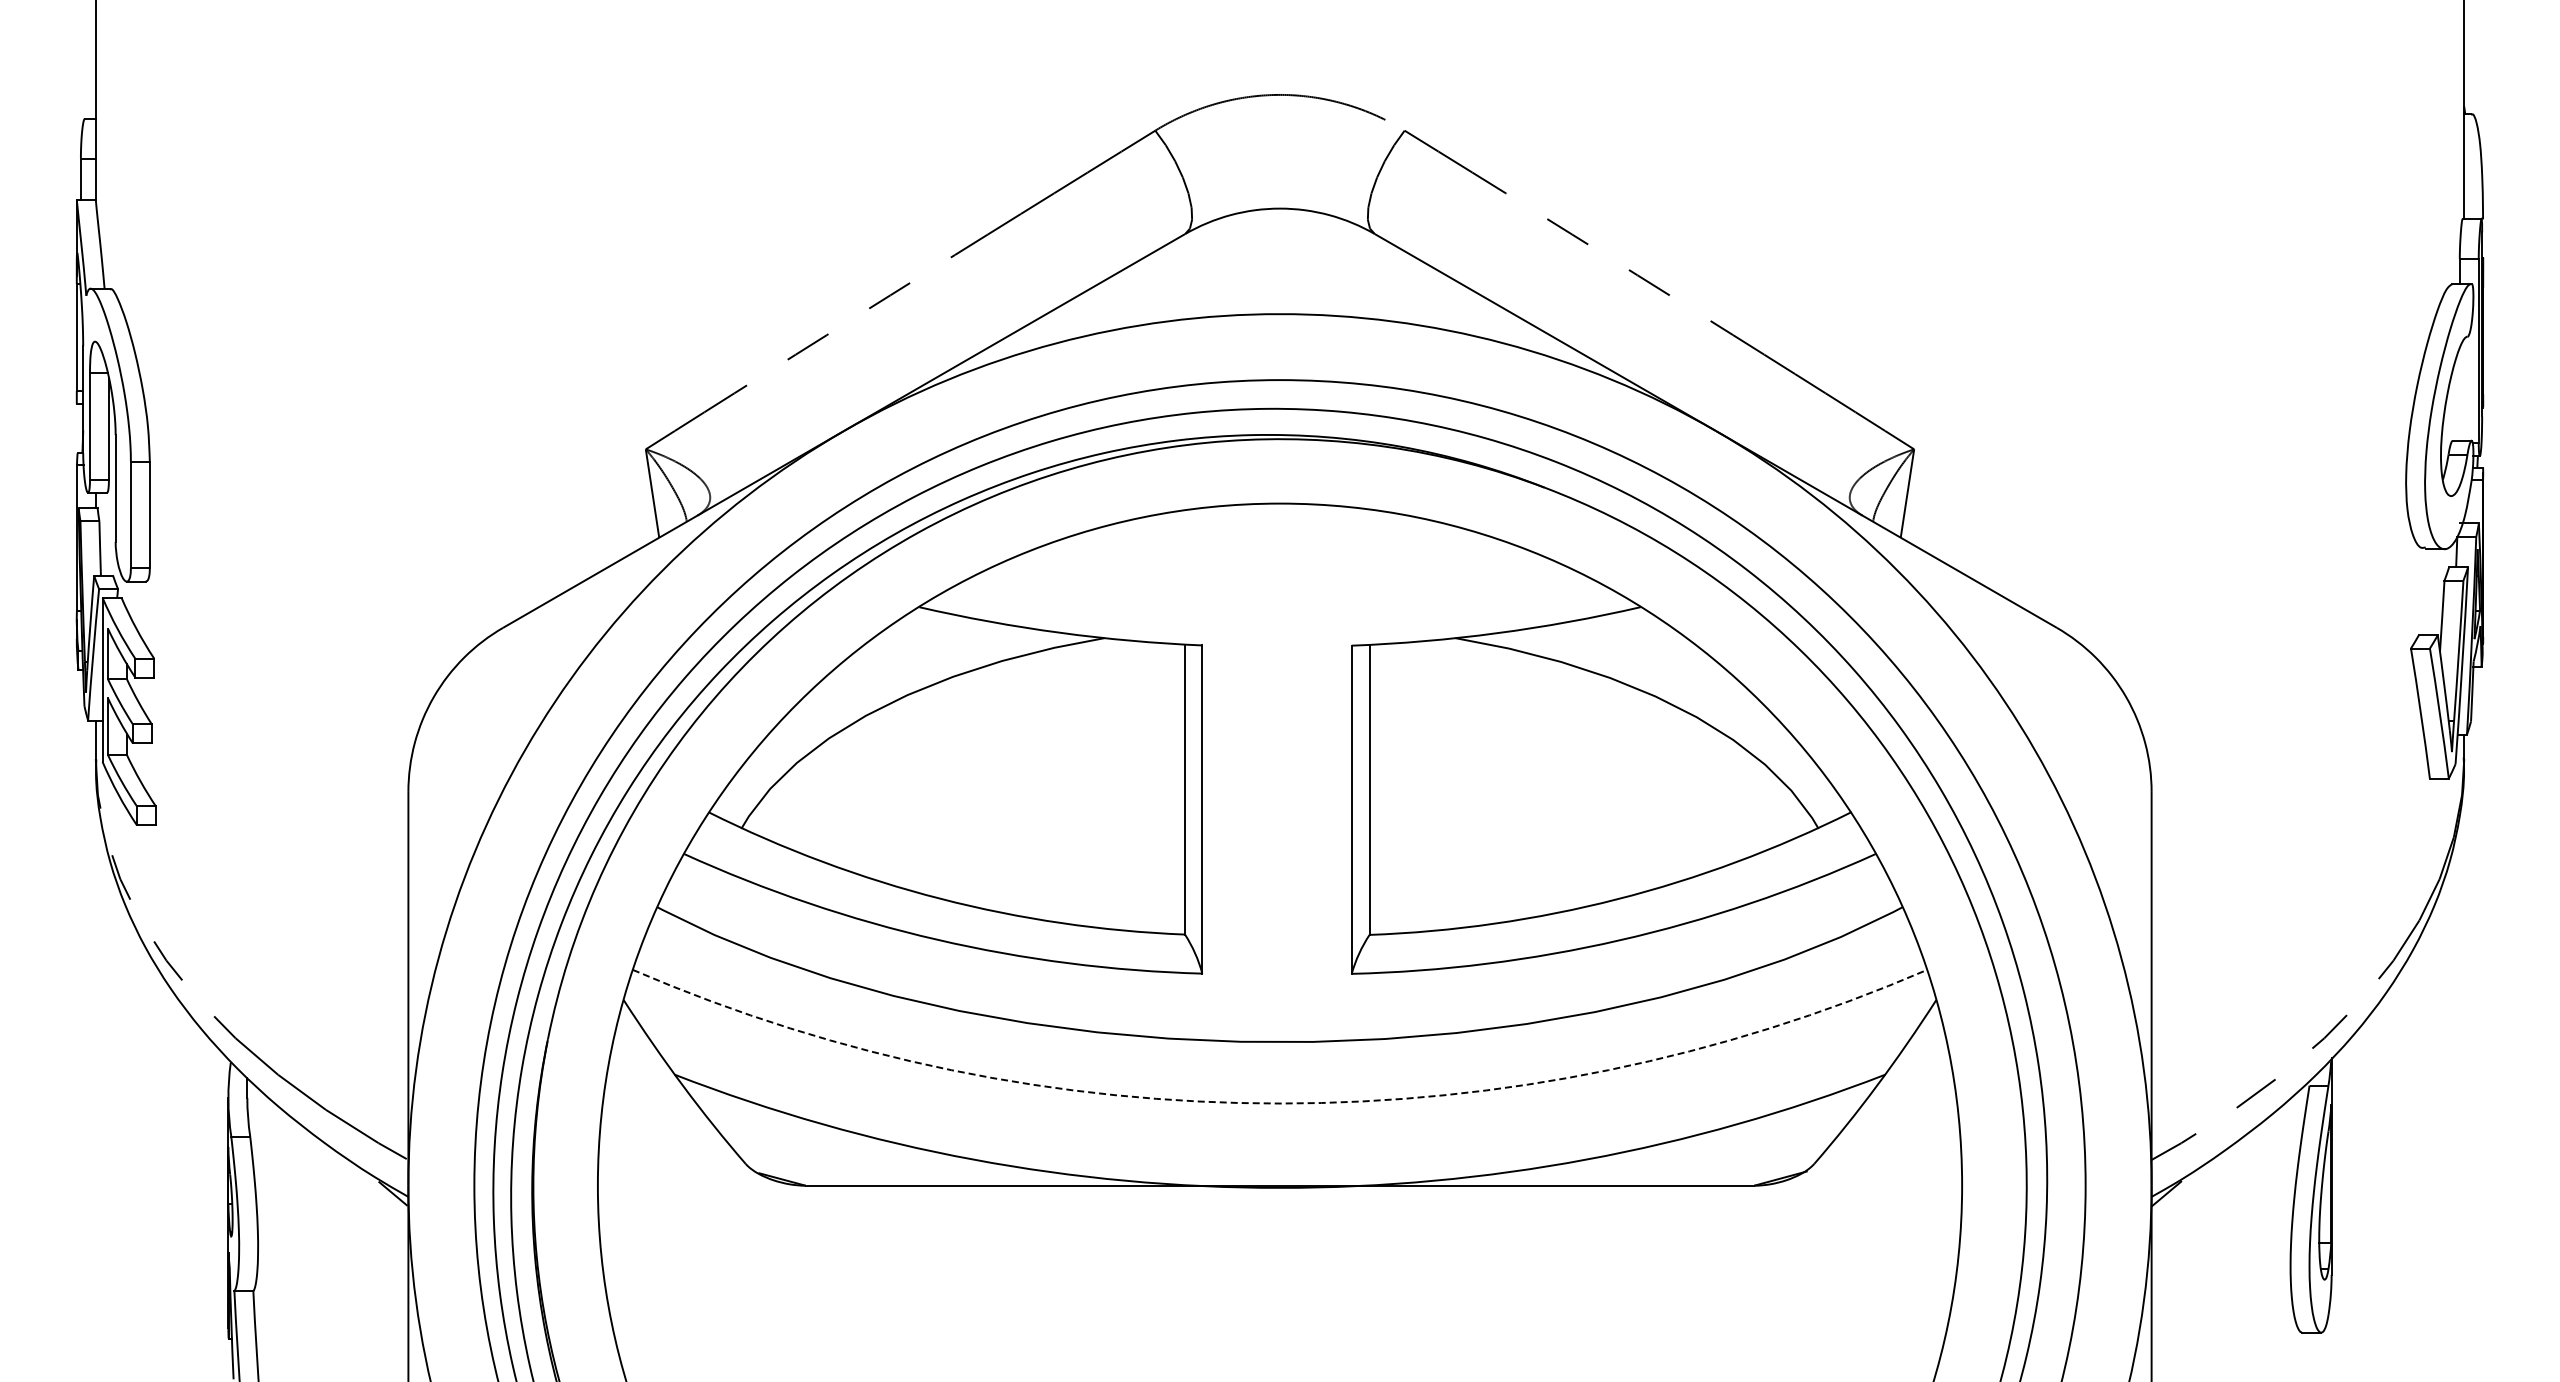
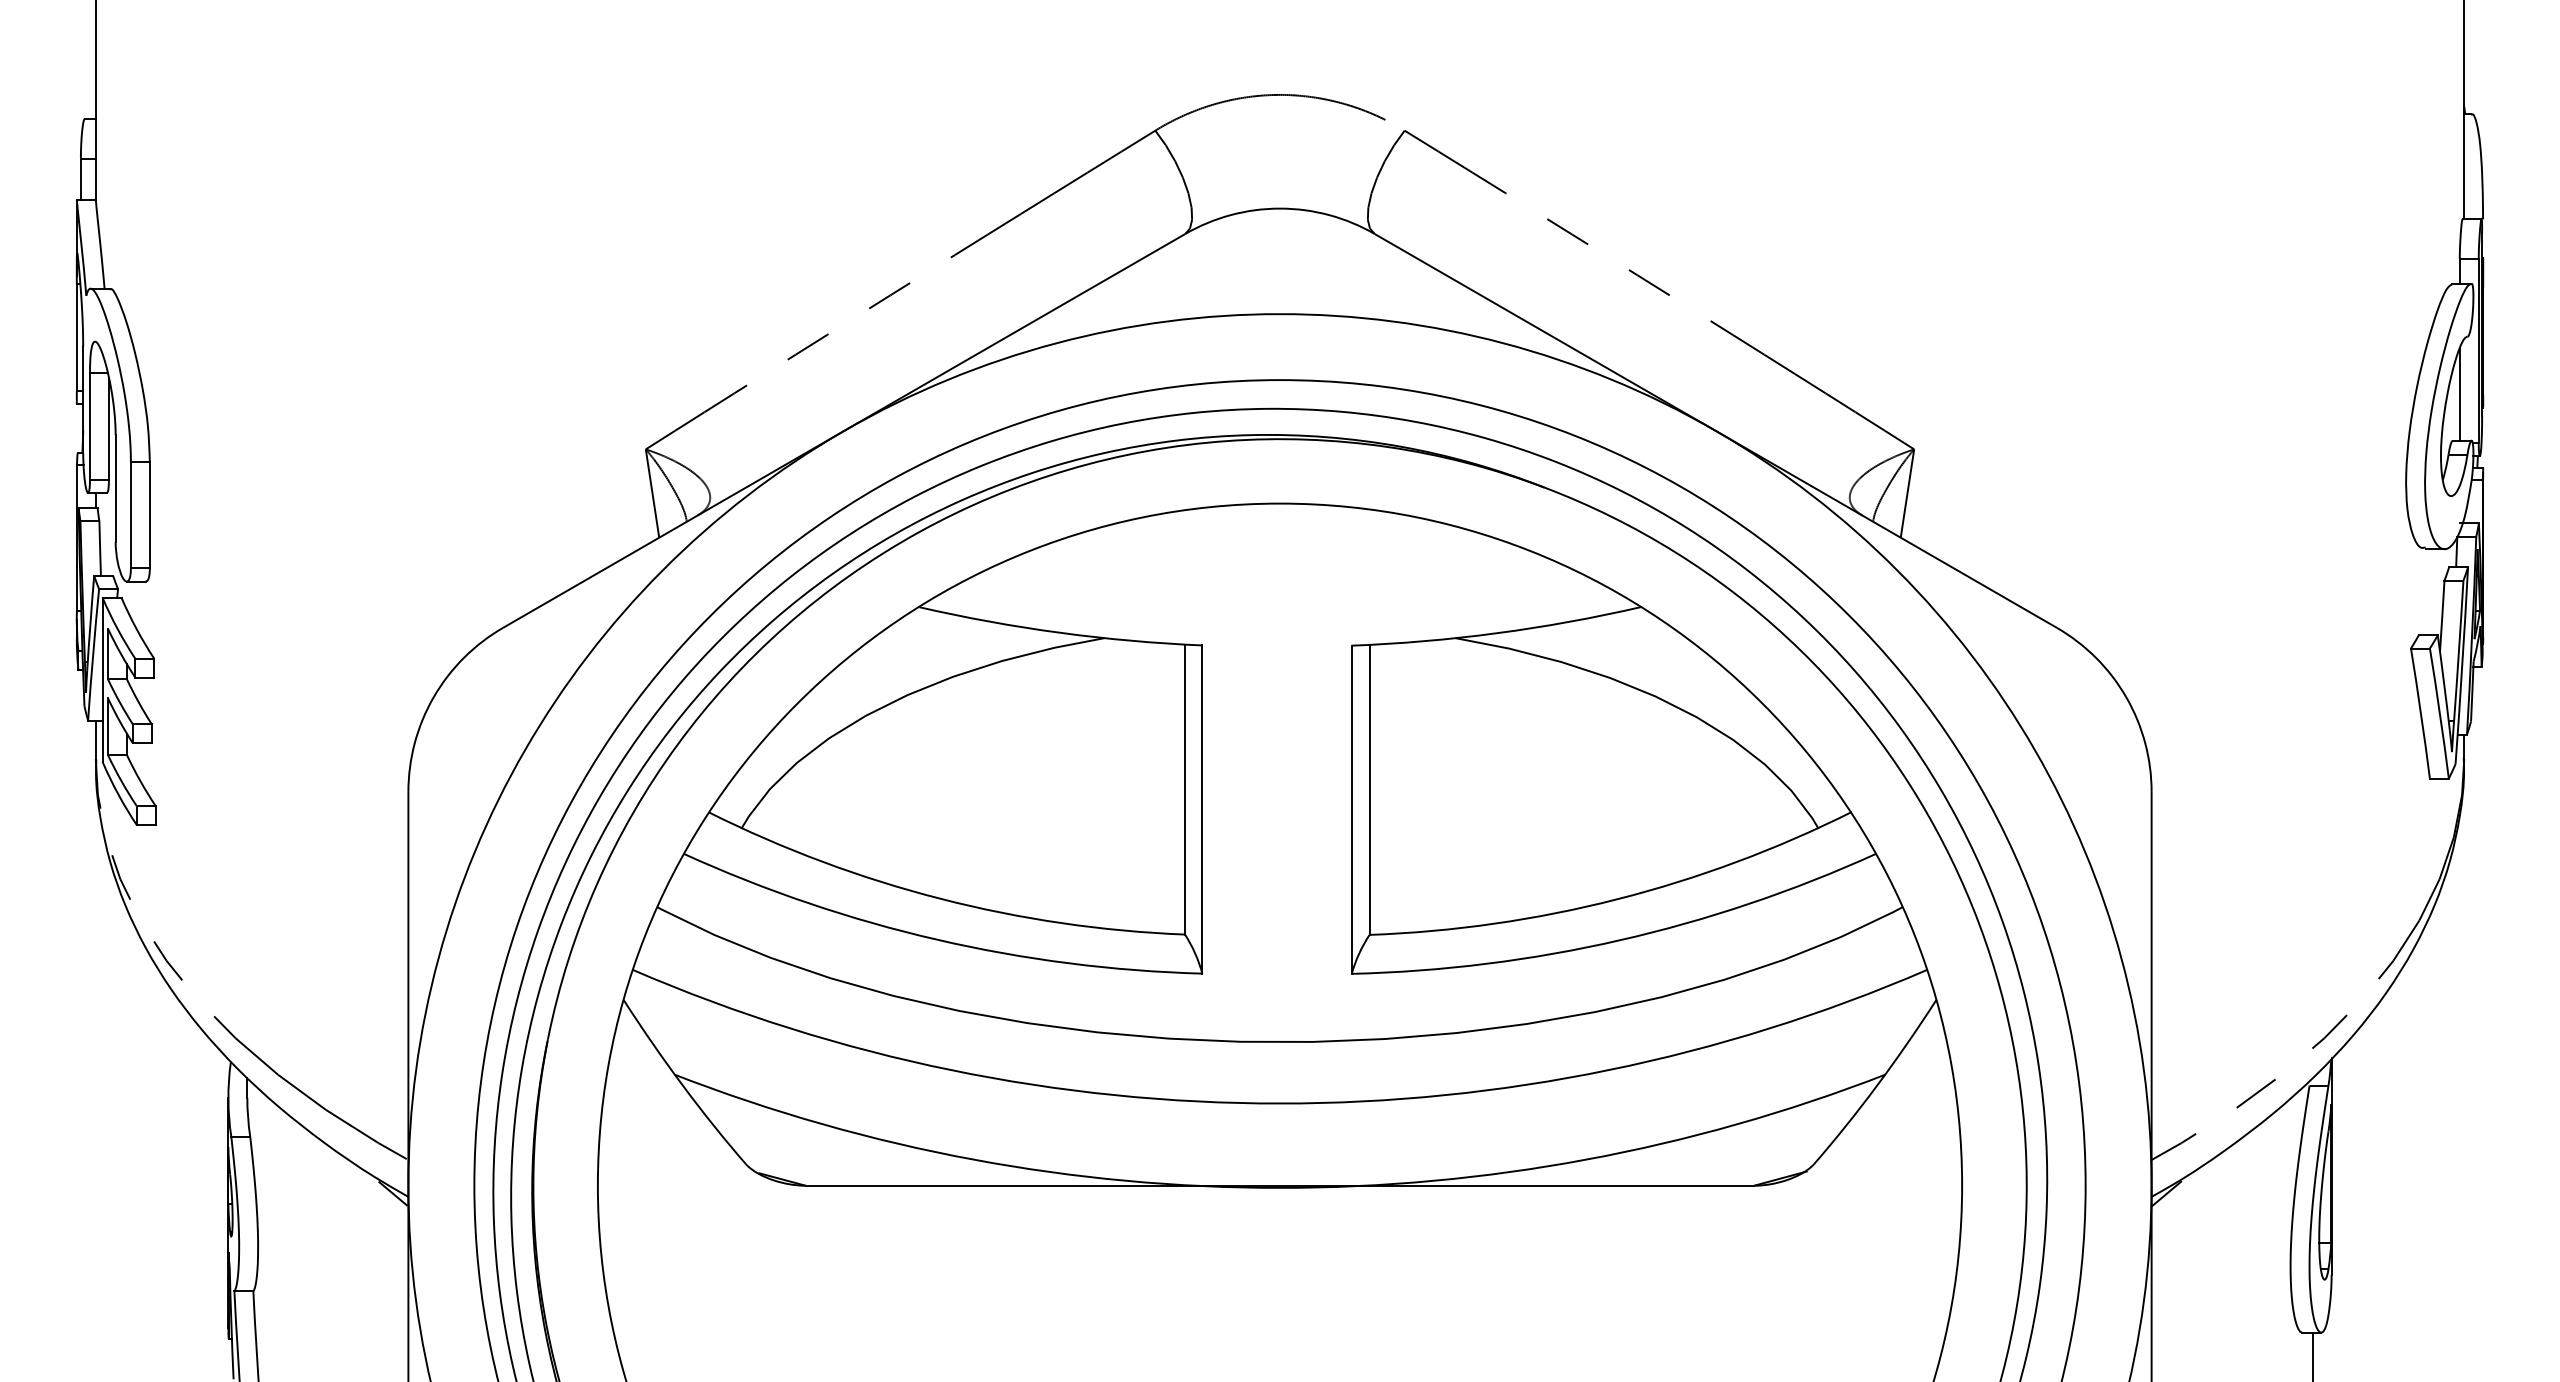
line at (2459, 394): none -> present
arc at (1280, 1103): dashed -> solid
line at (2312, 1355): none -> present
